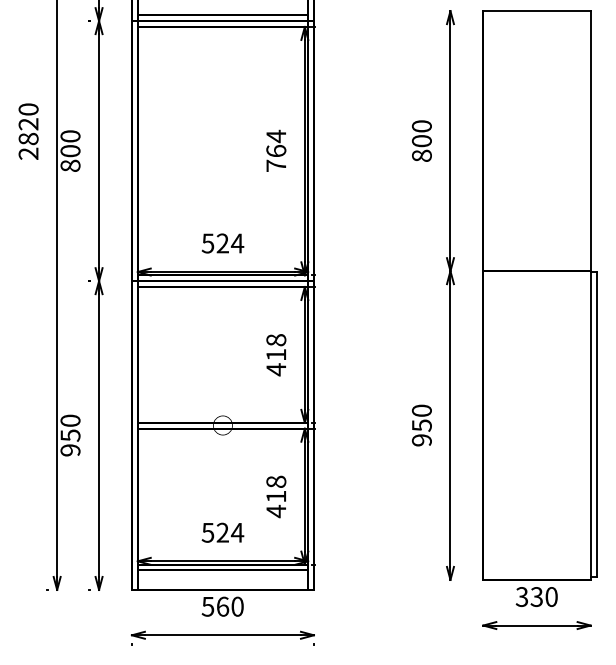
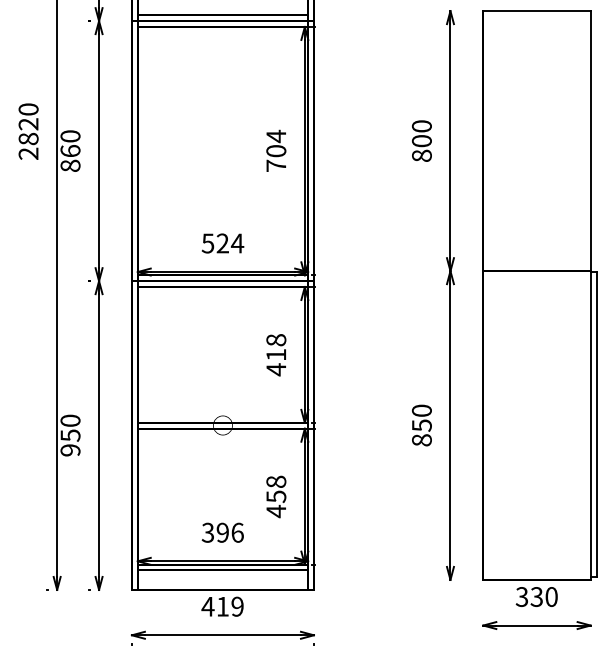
text at (70, 151): 800 -> 860
text at (276, 151): 764 -> 704
text at (421, 440): 950 -> 850
text at (276, 496): 418 -> 458
text at (223, 532): 524 -> 396
text at (222, 606): 560 -> 419
